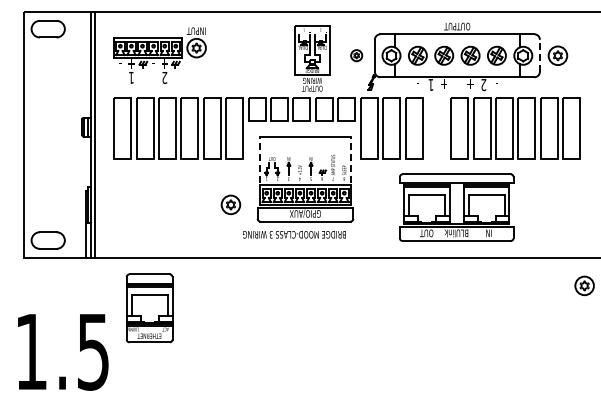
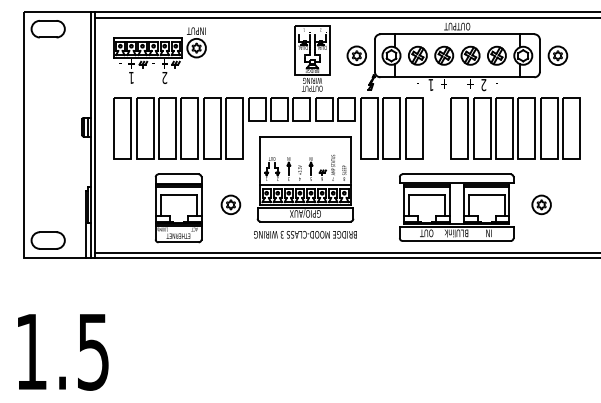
line at (345, 17): none -> present
part at (356, 55) size: 14x14 px -> 21x21 px
line at (539, 55): dashed -> solid
line at (260, 159): dashed -> solid
line at (350, 159): dashed -> solid
text at (294, 234) position: (294, 234) -> (305, 234)
line at (345, 253): none -> present
part at (584, 285) position: (584, 285) -> (541, 204)
part at (149, 308) position: (149, 308) -> (178, 208)
